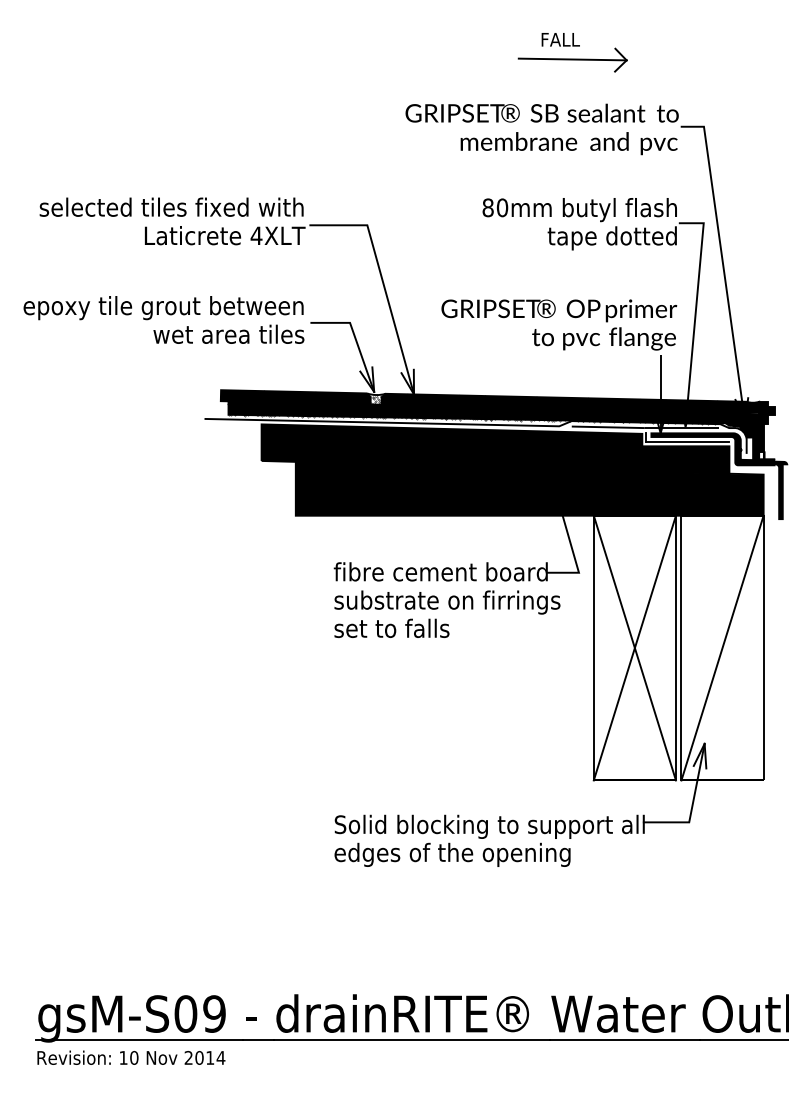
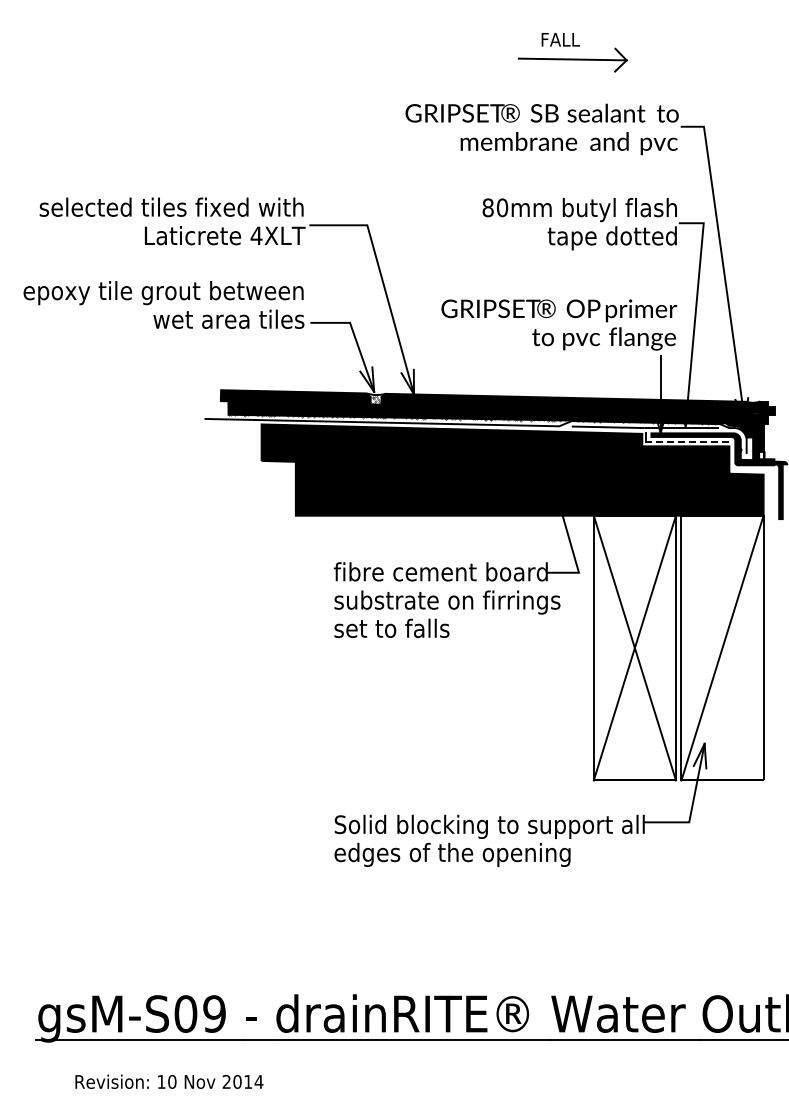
text at (163, 319) position: (163, 319) -> (163, 304)
line at (687, 441): solid -> dashed
text at (131, 1057) position: (131, 1057) -> (169, 1081)
